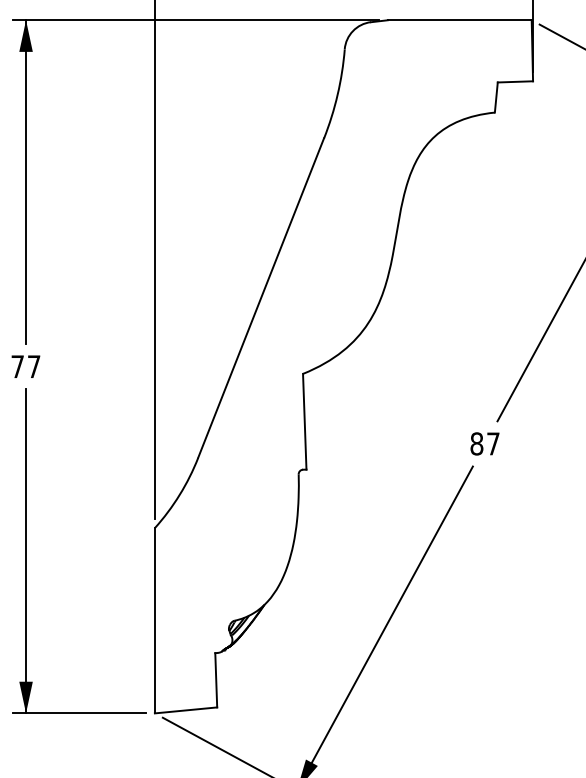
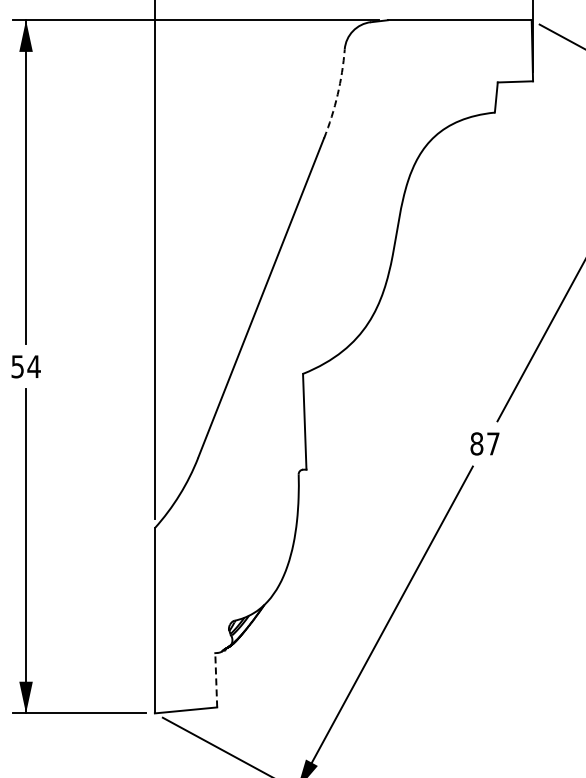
arc at (337, 94): solid -> dashed
text at (25, 366): 77 -> 54
line at (216, 679): solid -> dashed
